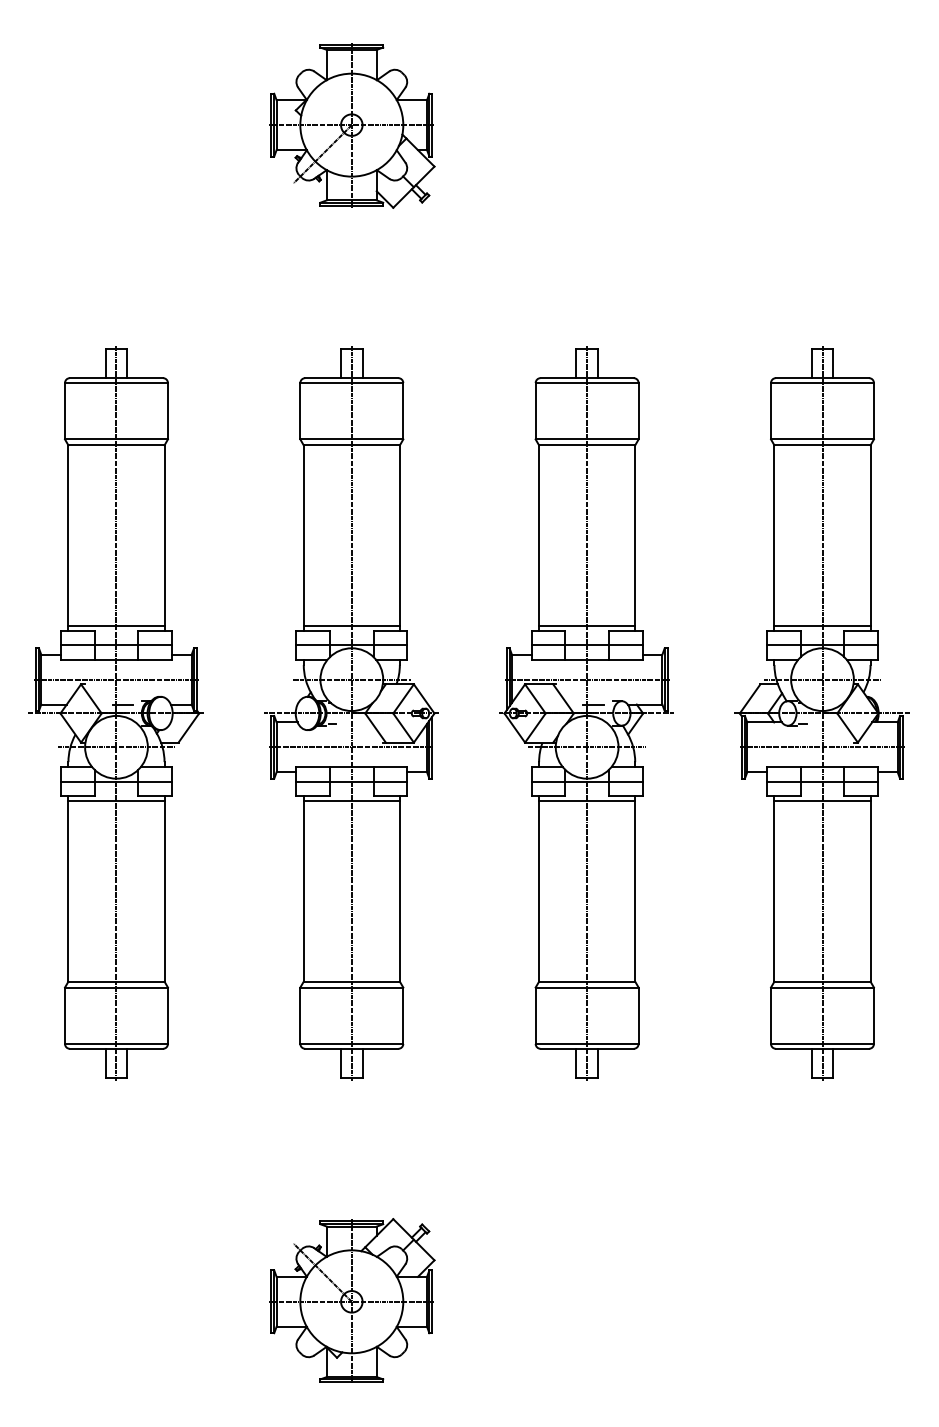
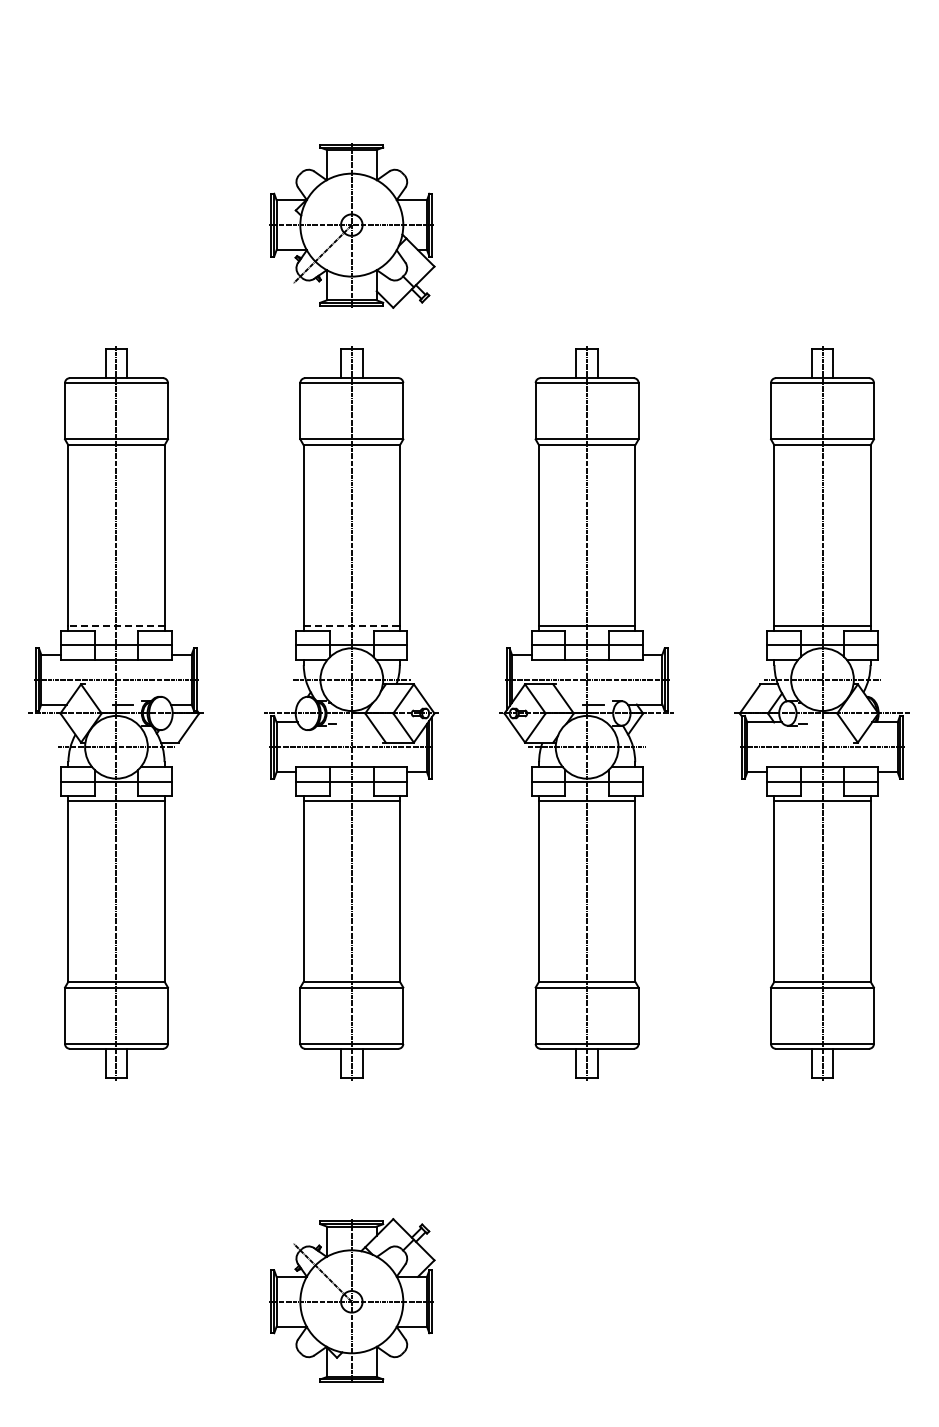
part at (352, 125) position: (352, 125) -> (352, 225)
line at (116, 625): solid -> dashed
line at (352, 625): solid -> dashed
